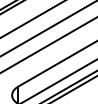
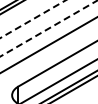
line at (33, 19): solid -> dashed
line at (48, 28): solid -> dashed
